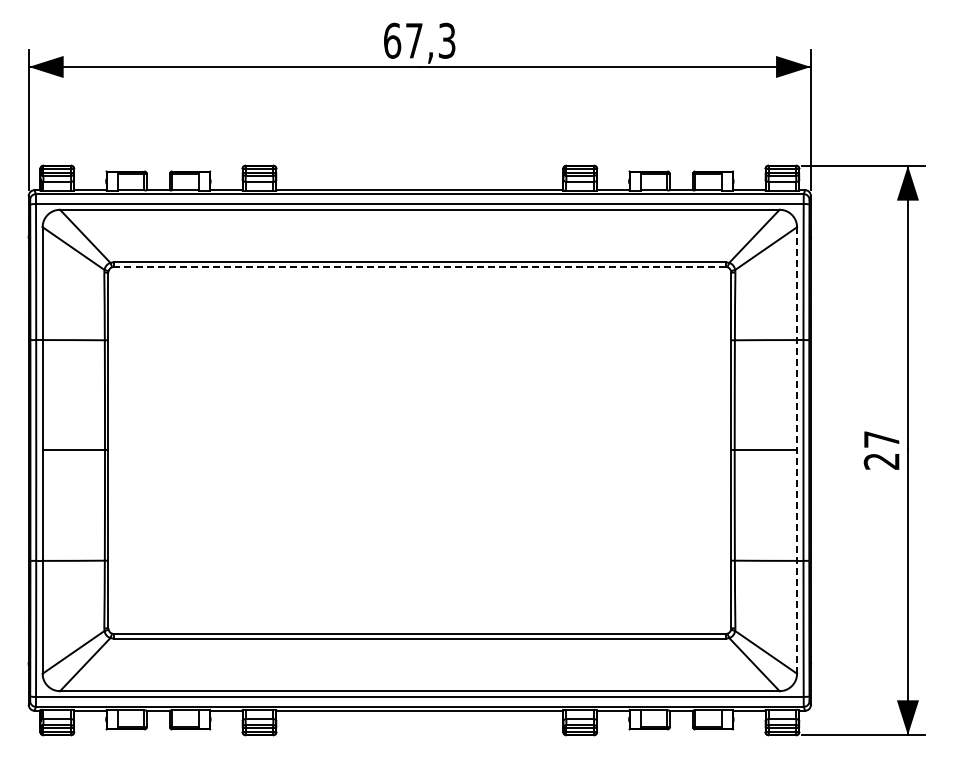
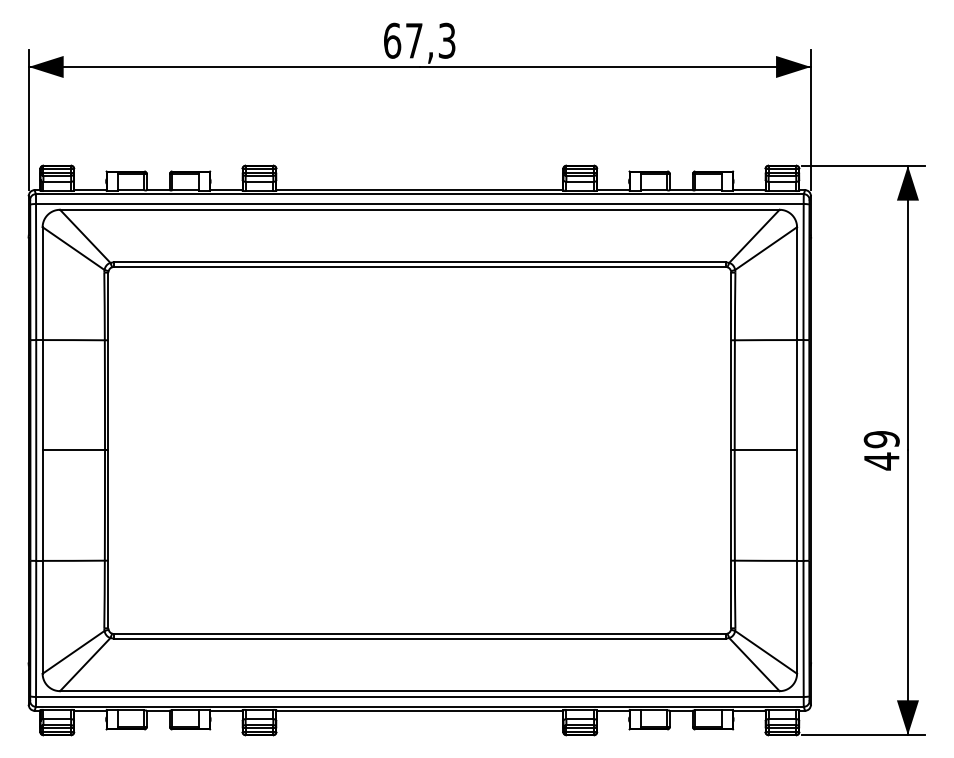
line at (419, 266): dashed -> solid
line at (797, 449): dashed -> solid
text at (881, 450): 27 -> 49
